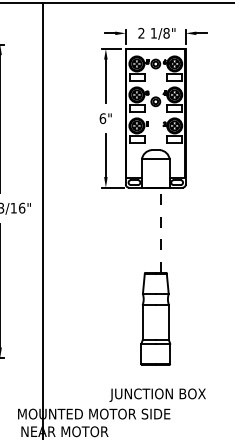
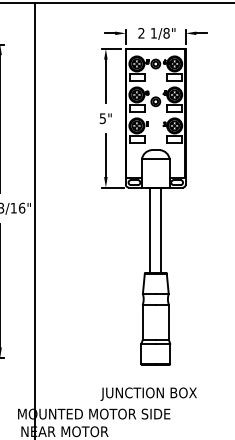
text at (102, 118): 6" -> 5"
line at (42, 219) position: (42, 219) -> (34, 219)
line at (150, 230): none -> present
line at (161, 230): dashed -> solid
text at (157, 394) position: (157, 394) -> (148, 393)
